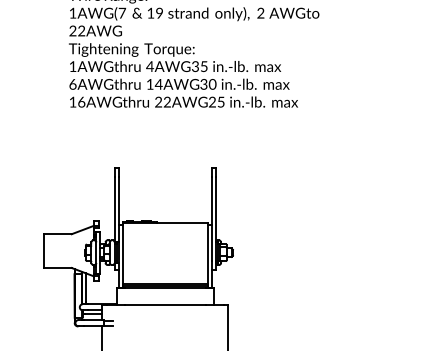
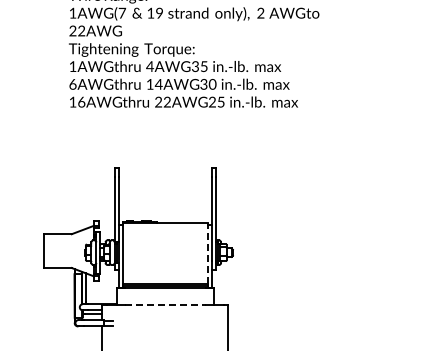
line at (207, 252): solid -> dashed
line at (165, 304): solid -> dashed
